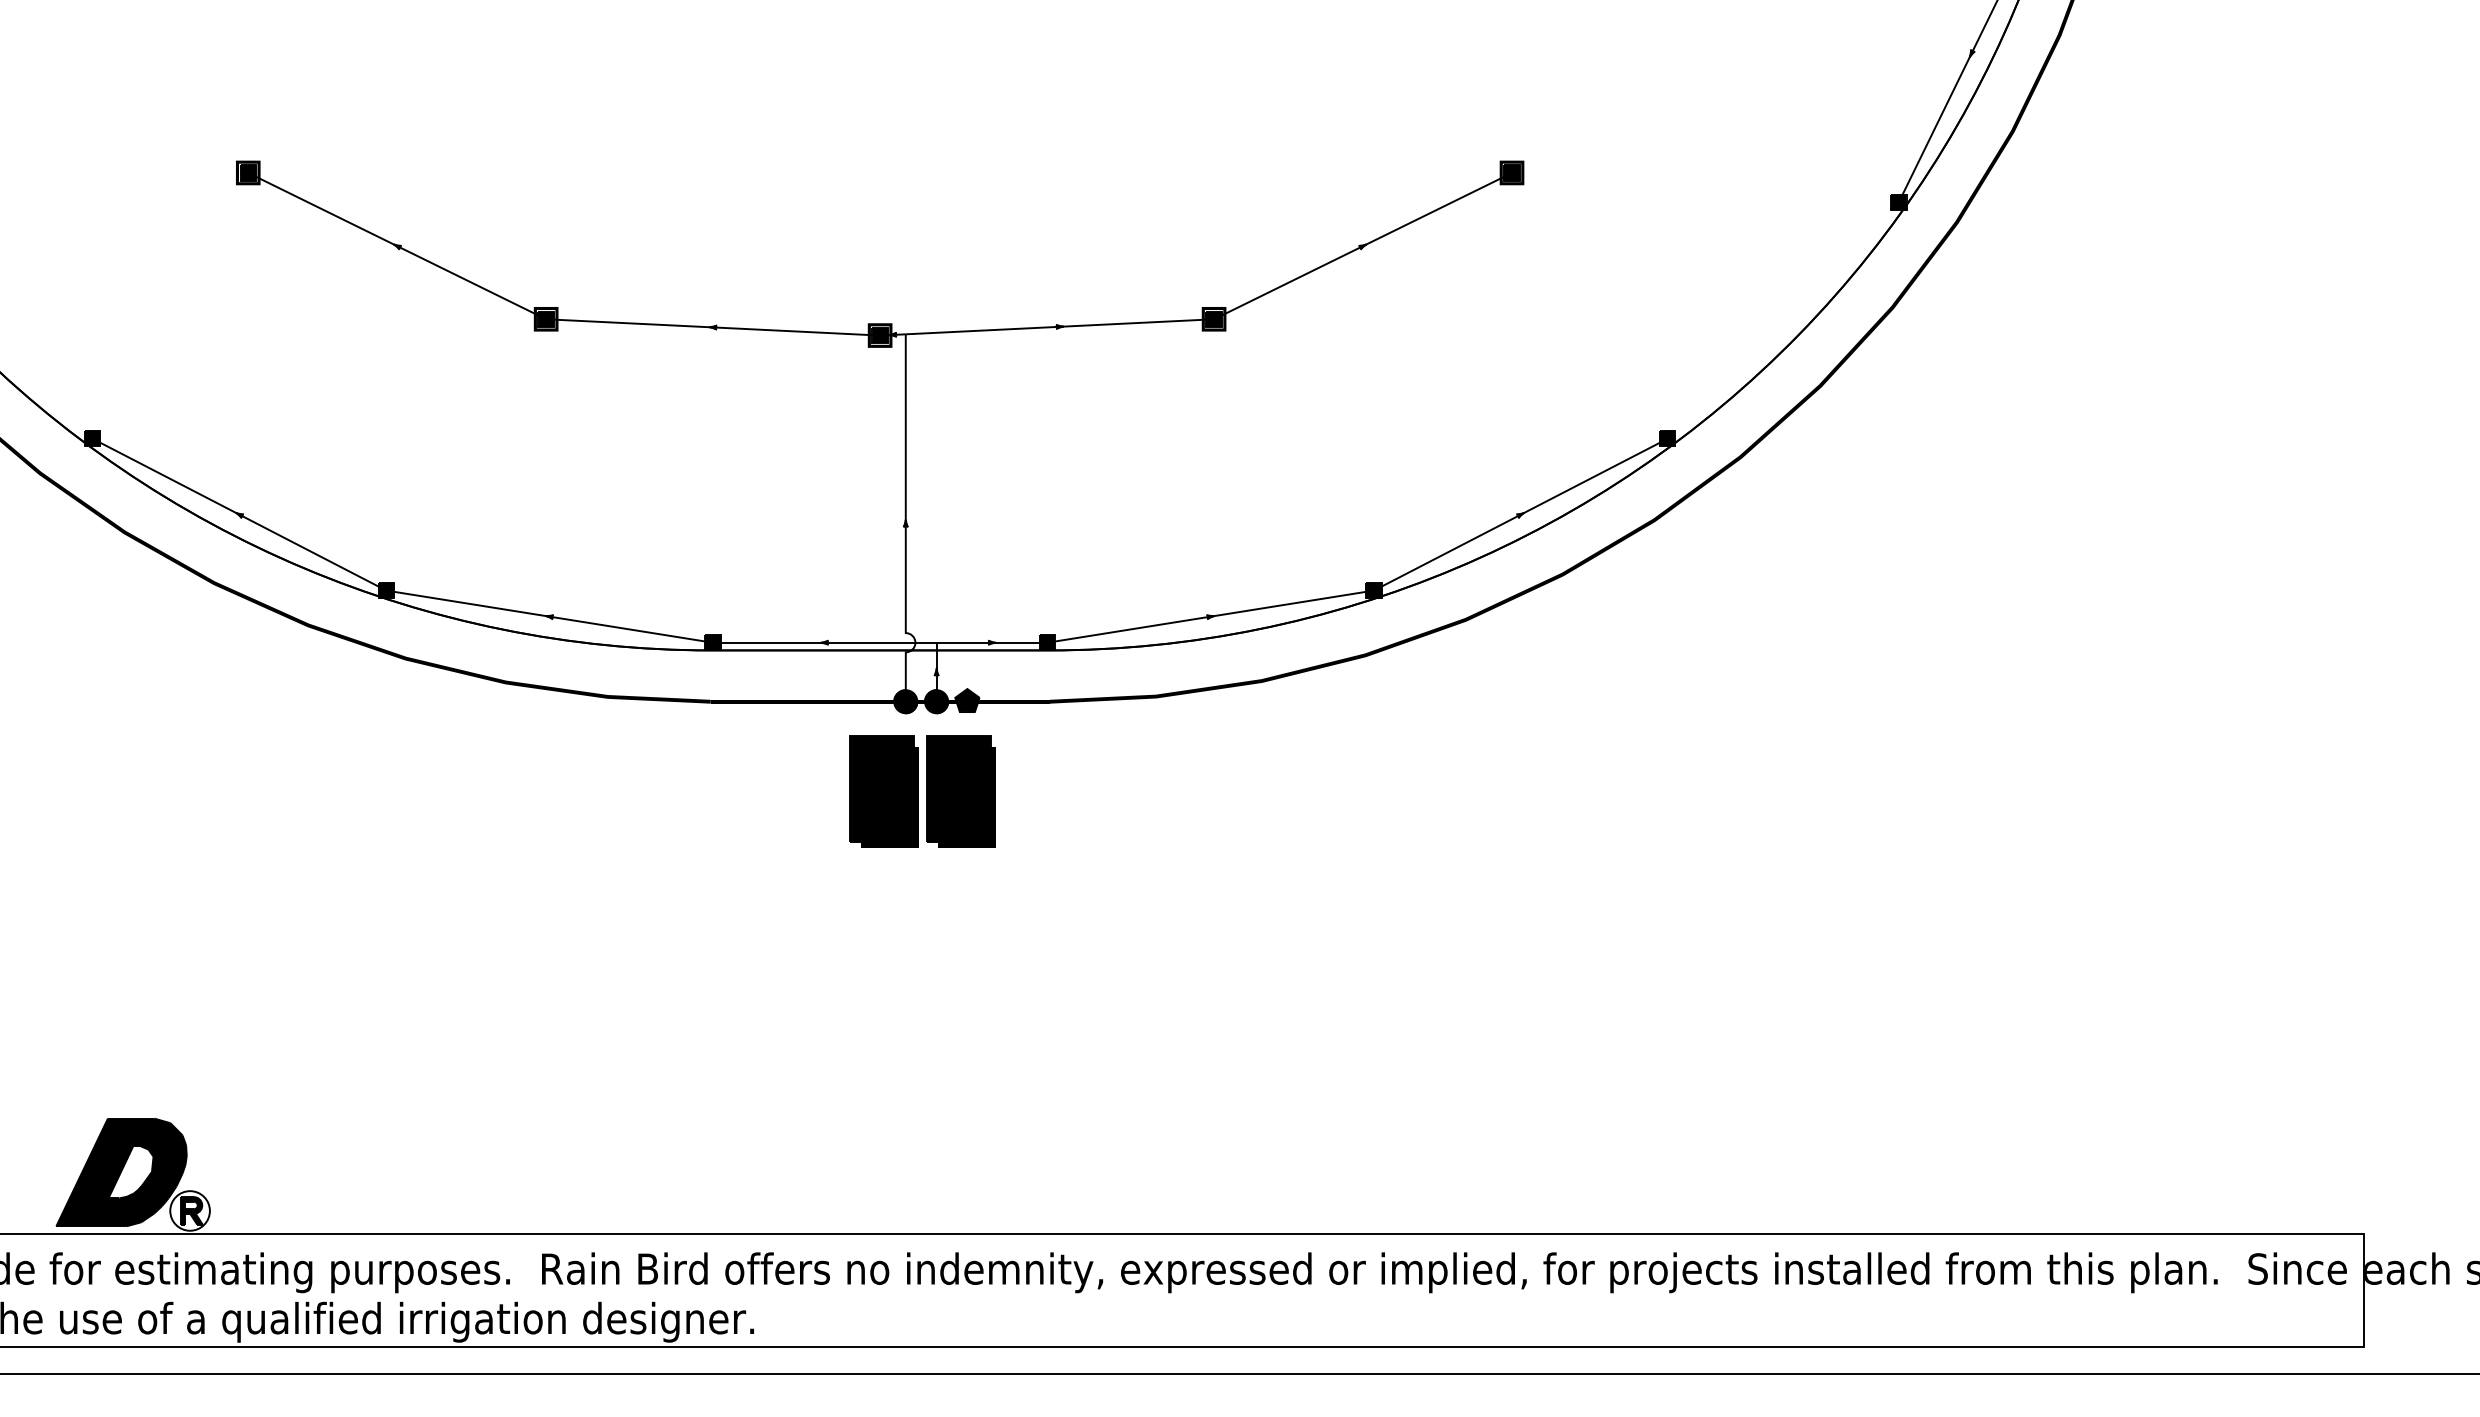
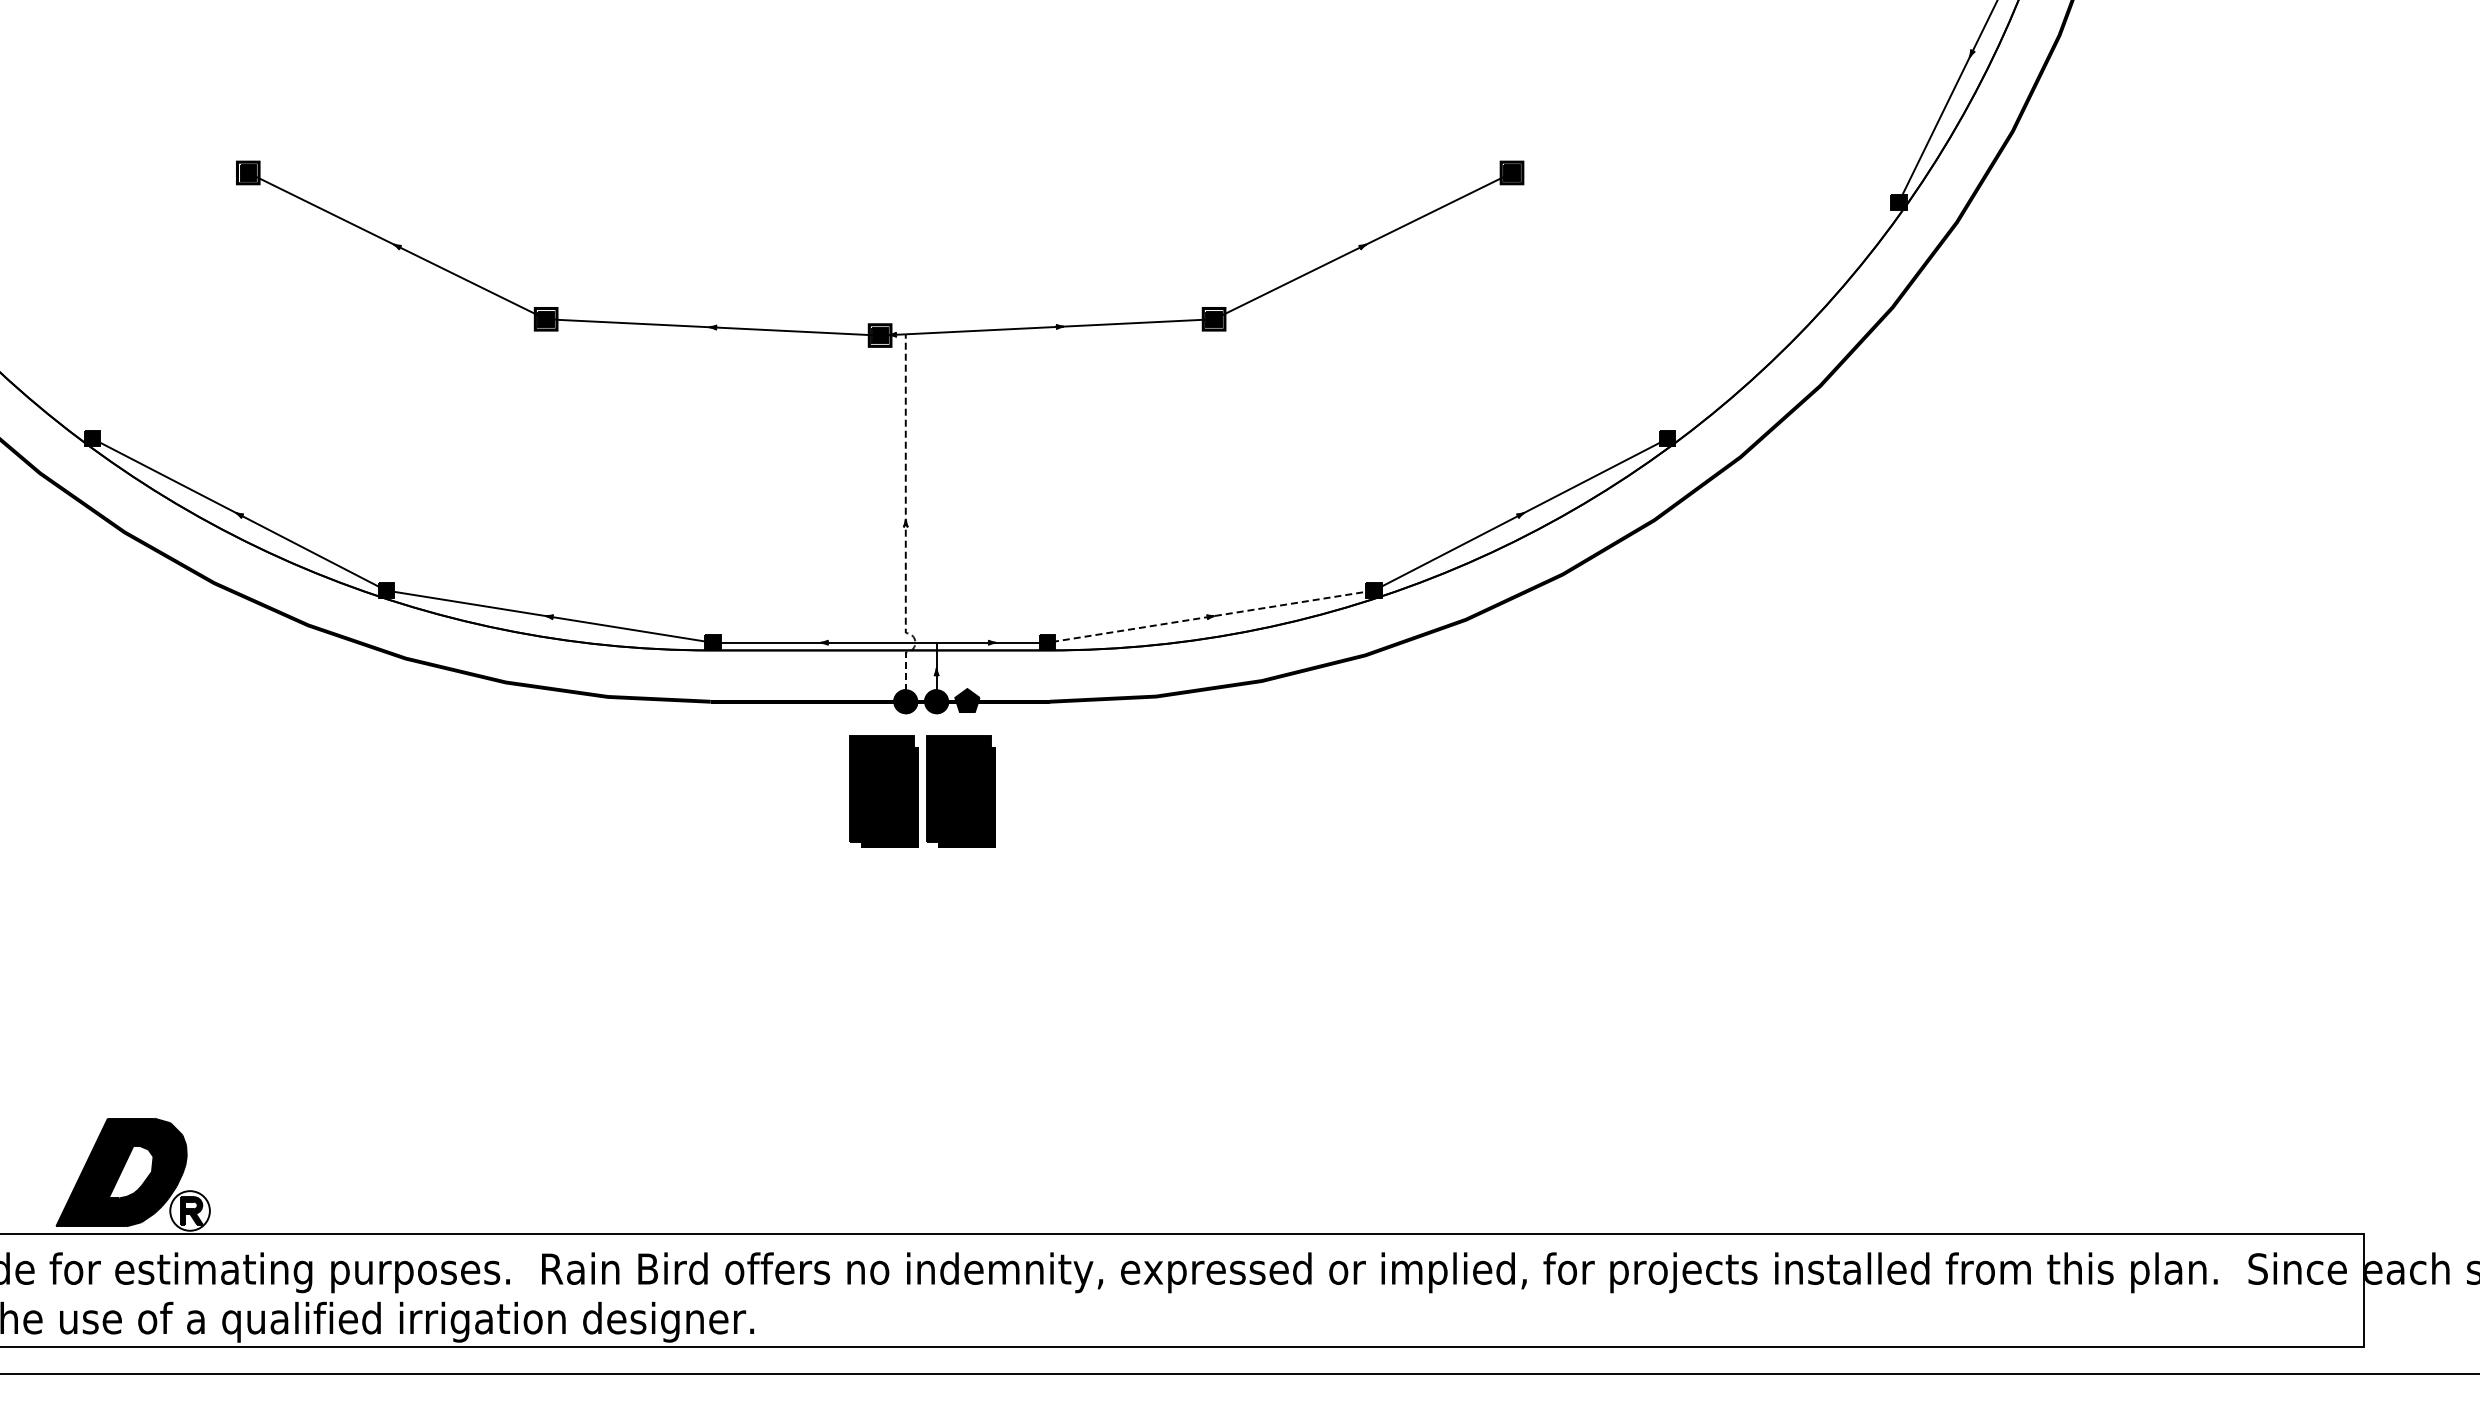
line at (905, 533): solid -> dashed
line at (1210, 616): solid -> dashed
